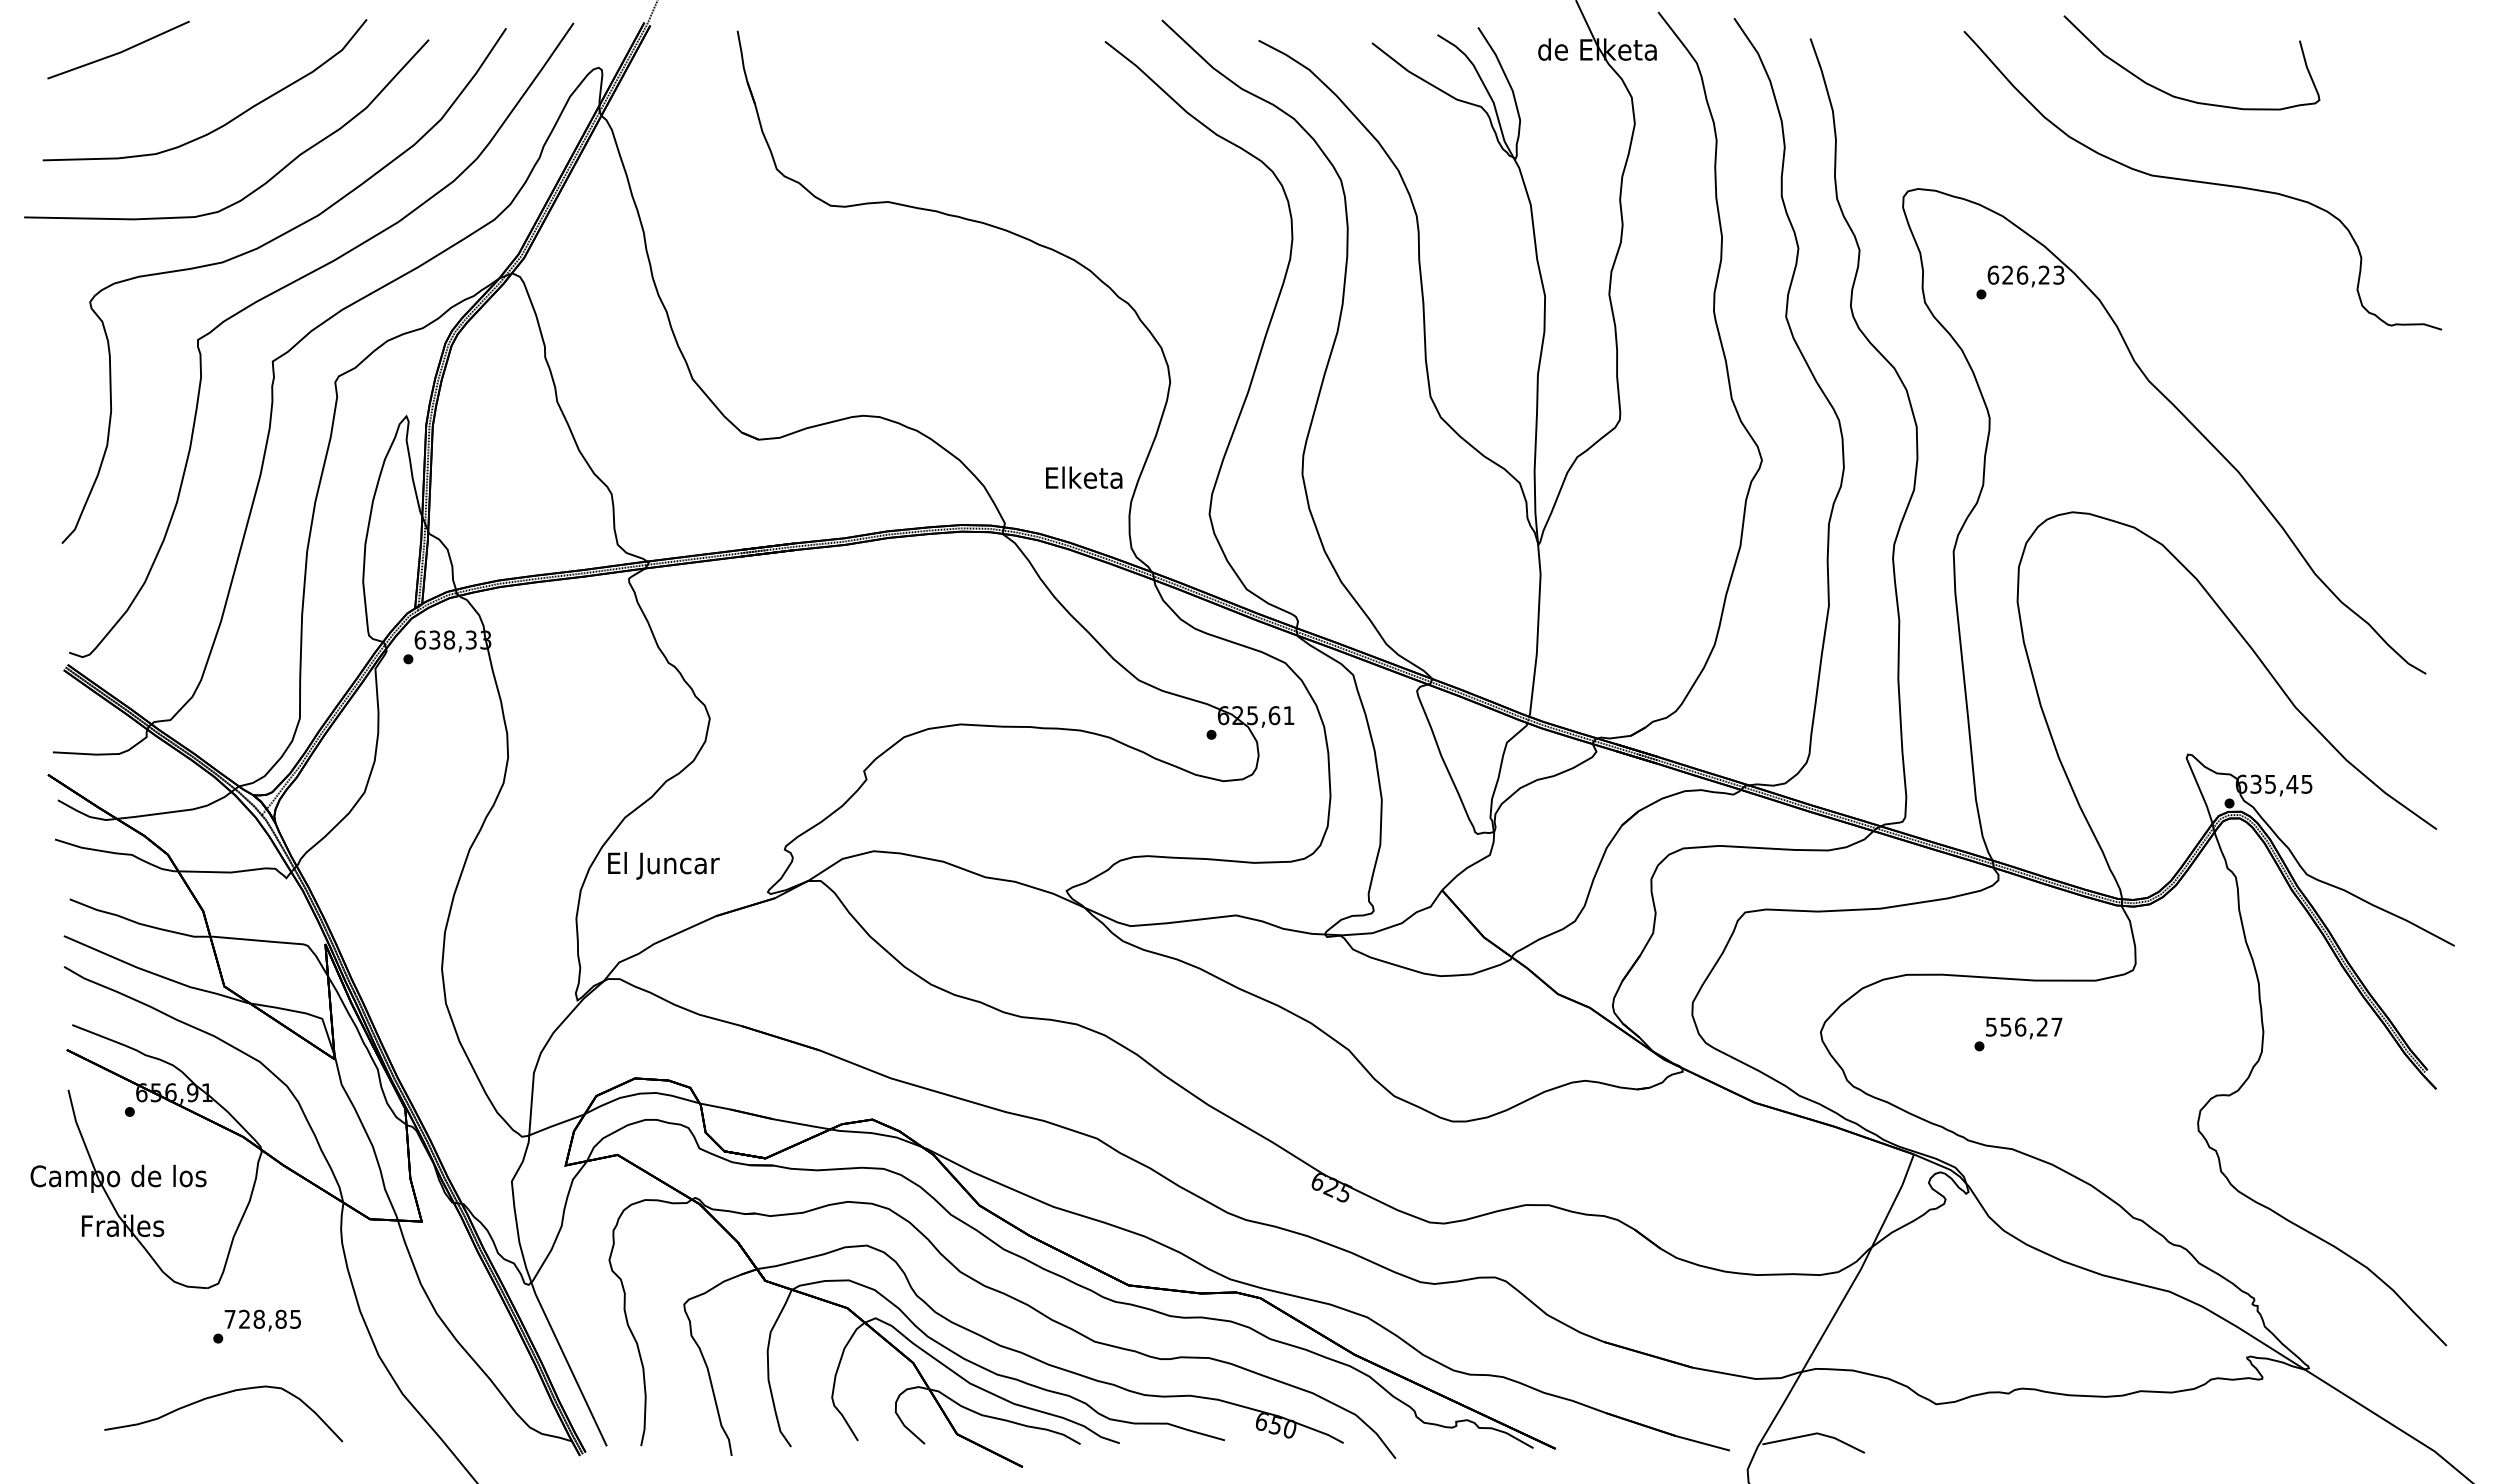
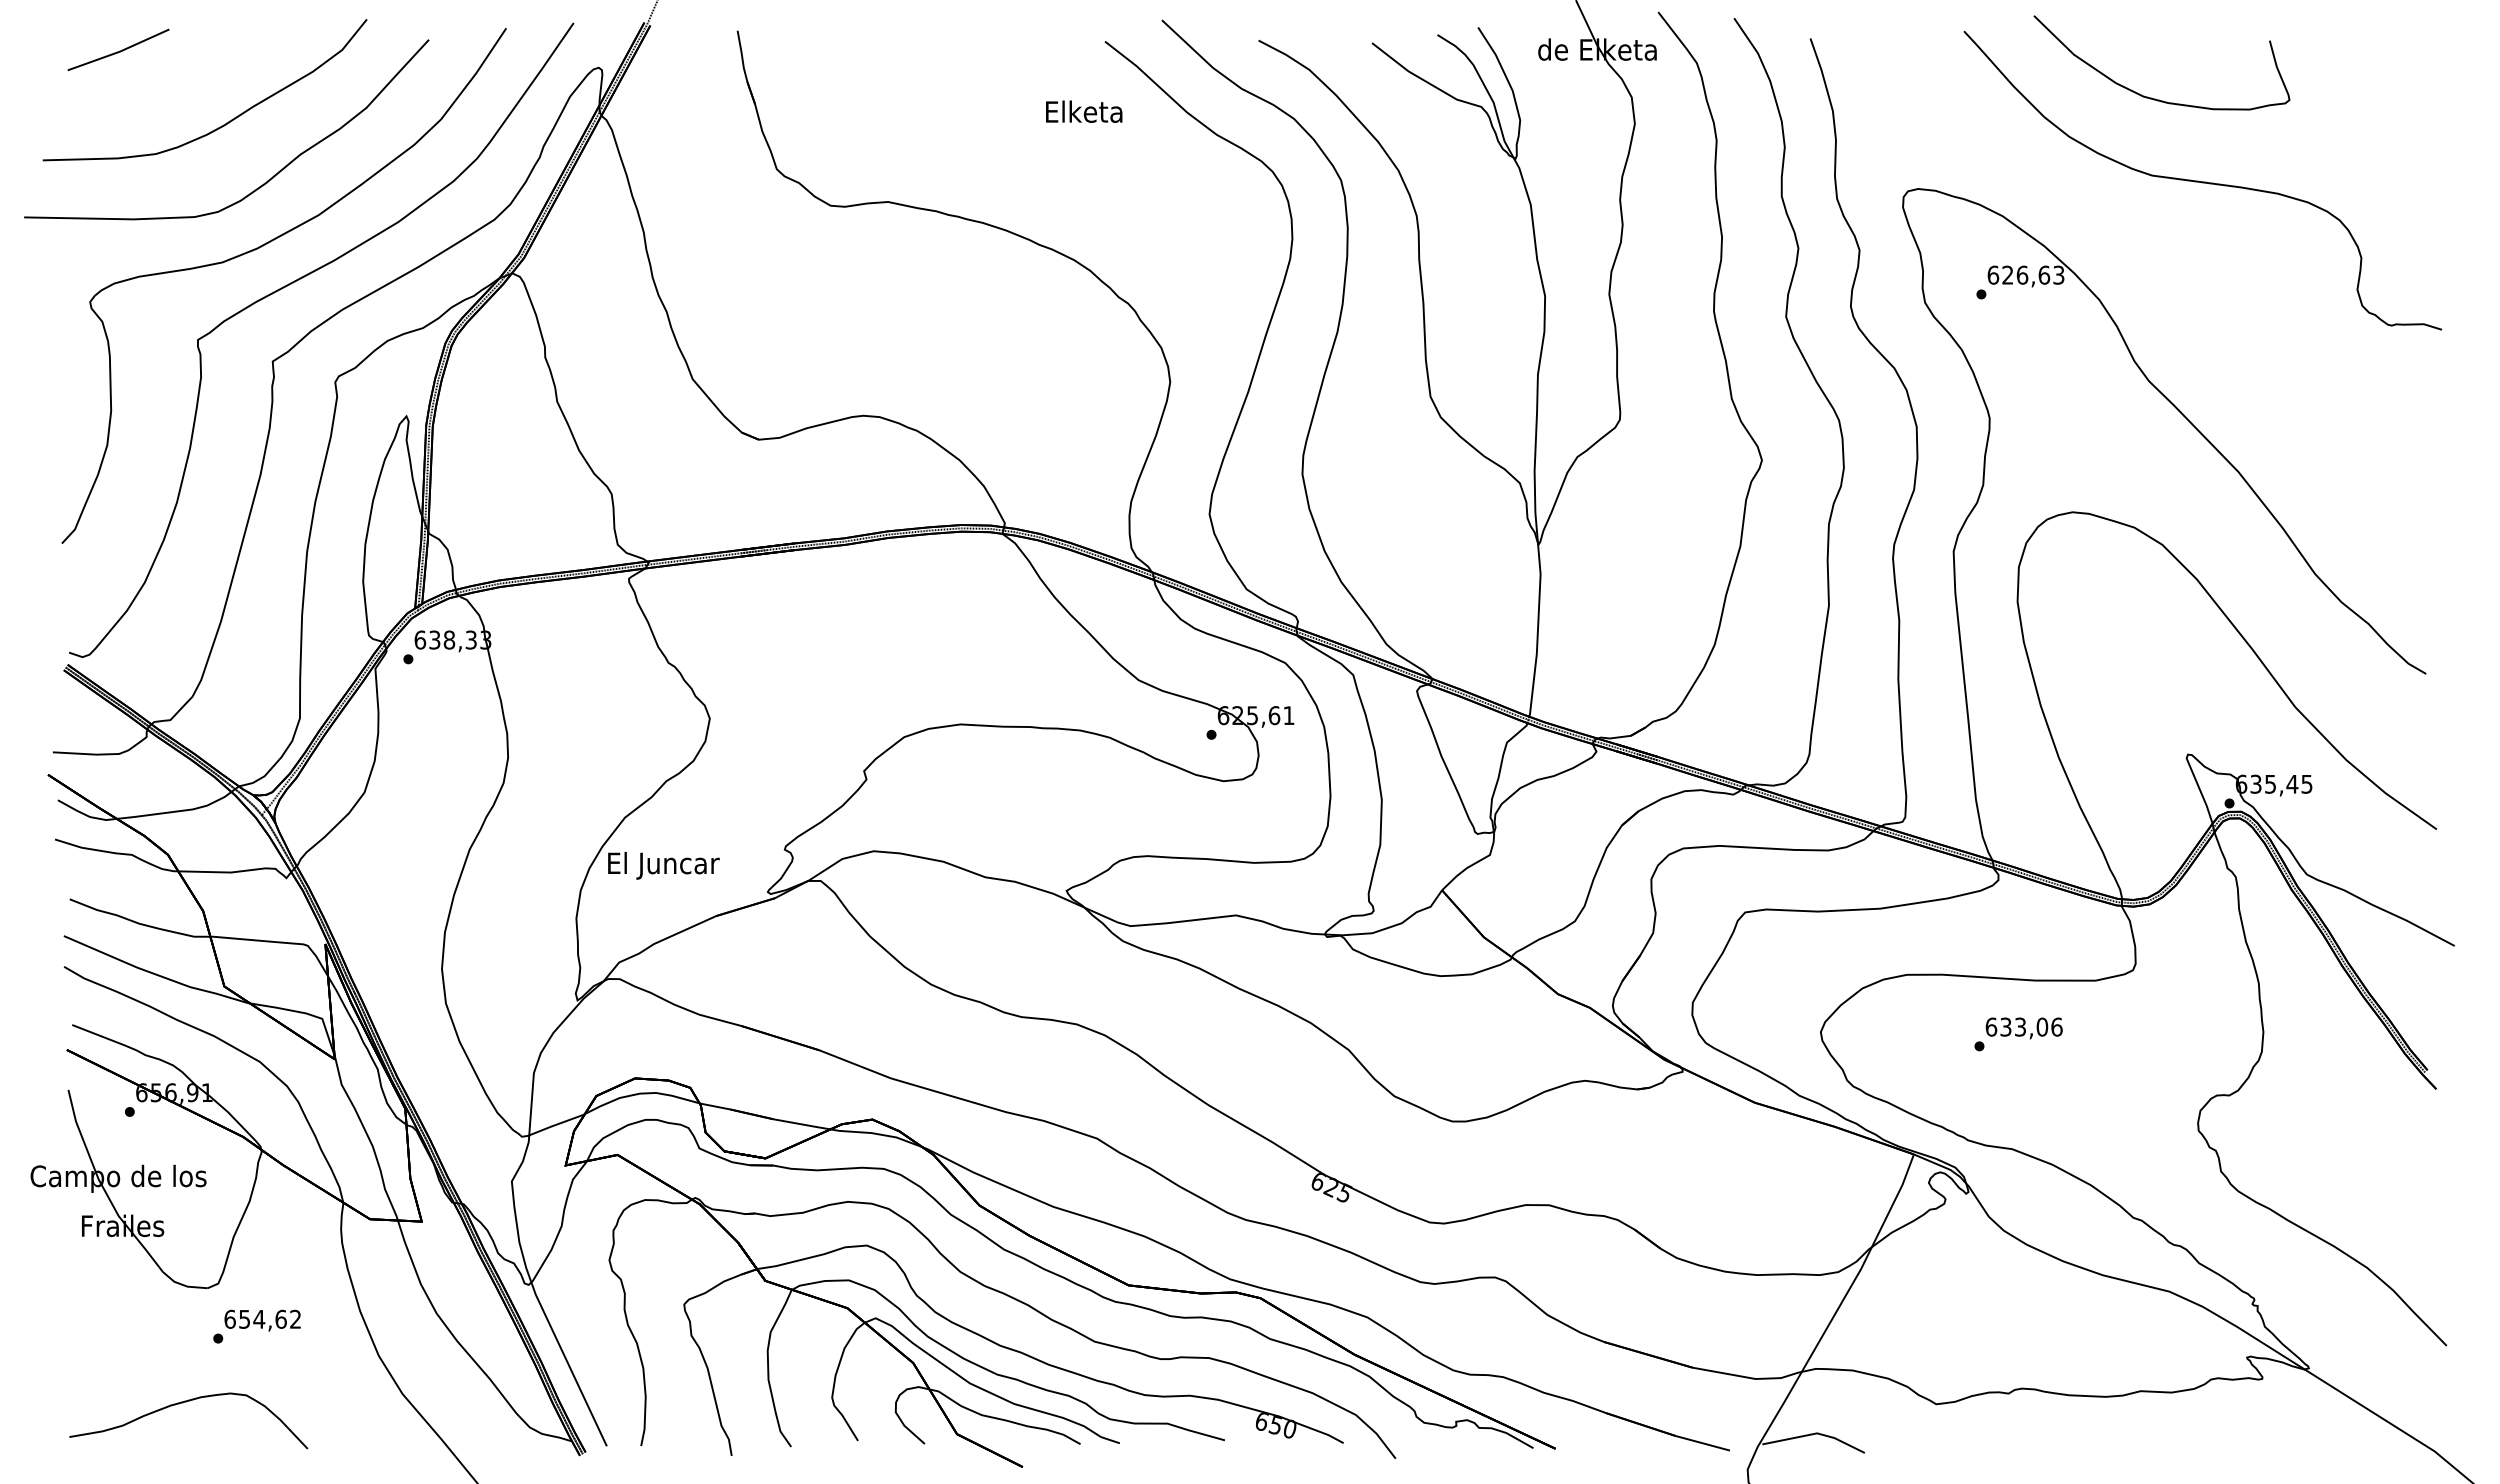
part at (118, 49) size: 143x60 px -> 103x43 px
curve at (2181, 97) position: (2181, 97) -> (2151, 97)
text at (2044, 274): 626,23 -> 626,63
text at (1084, 477) position: (1084, 477) -> (1084, 111)
text at (2023, 1026): 556,27 -> 633,06
text at (262, 1318): 728,85 -> 654,62
part at (217, 1396) position: (217, 1396) -> (182, 1403)
